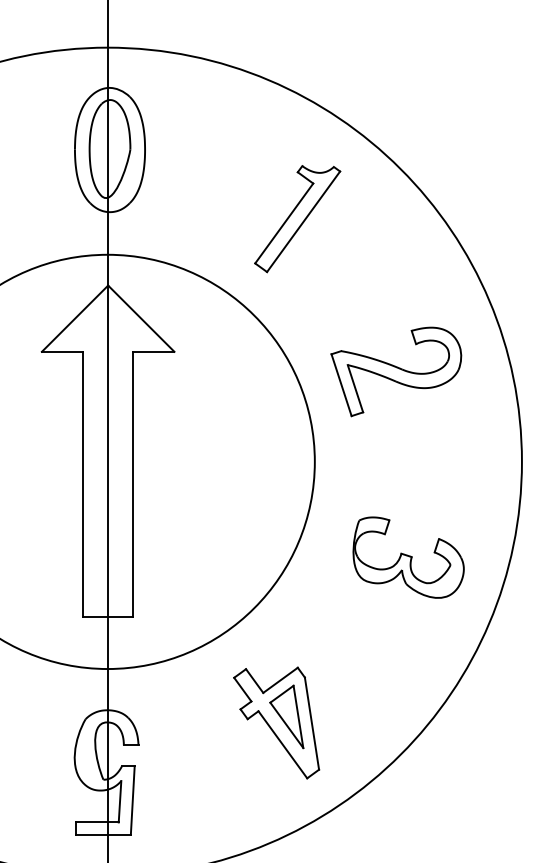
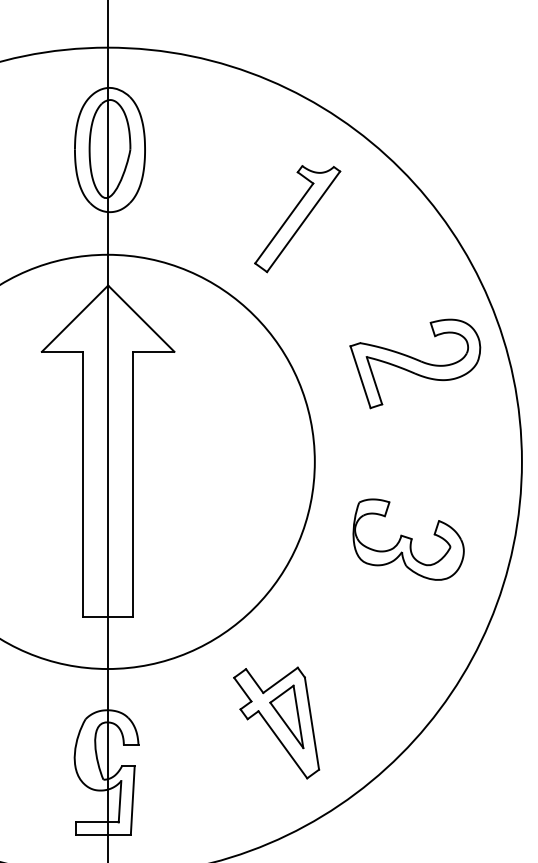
part at (396, 371) position: (396, 371) -> (415, 363)
part at (408, 557) position: (408, 557) -> (408, 539)
